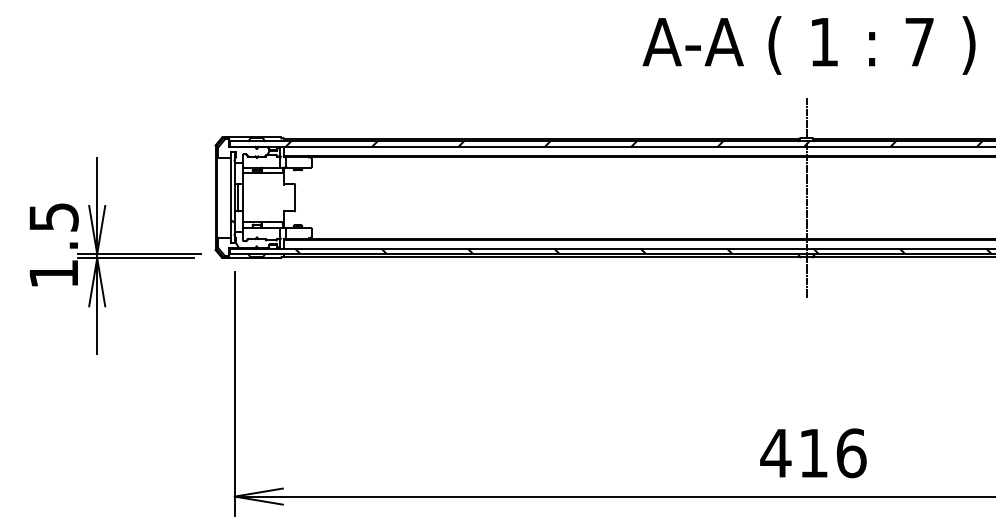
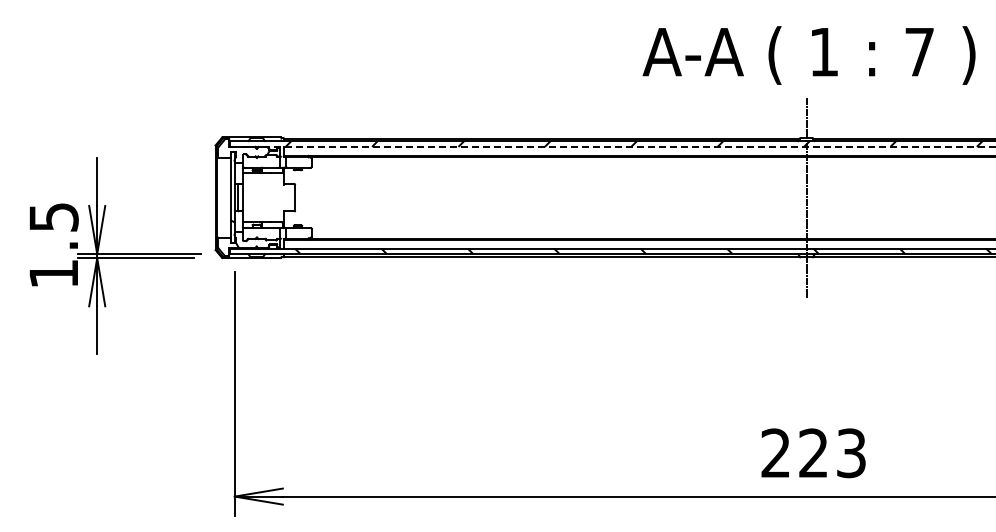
text at (808, 45) position: (808, 45) -> (808, 55)
line at (613, 146): solid -> dashed
text at (813, 453): 416 -> 223
